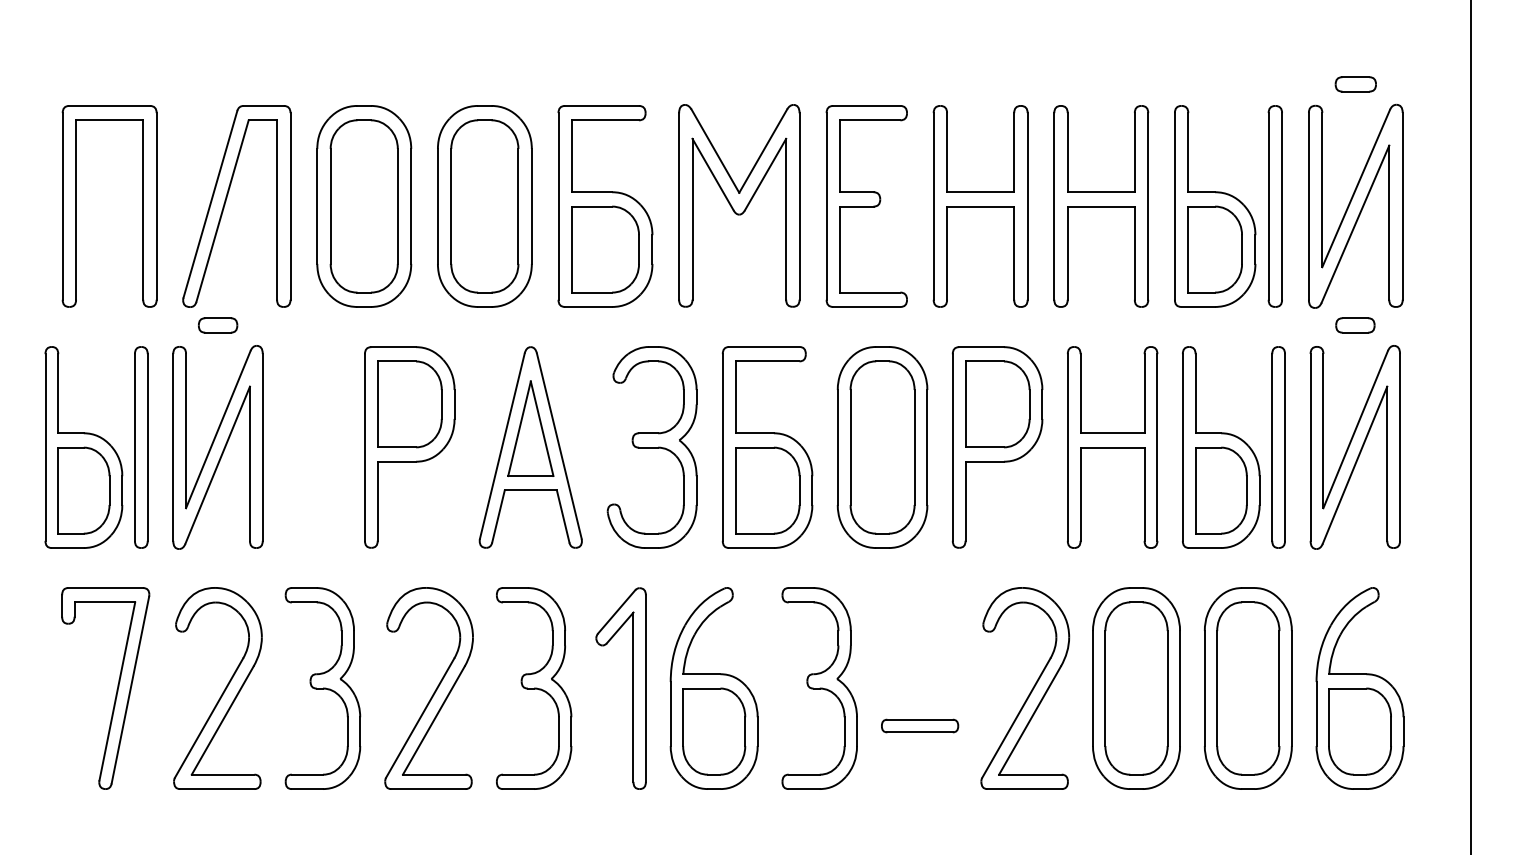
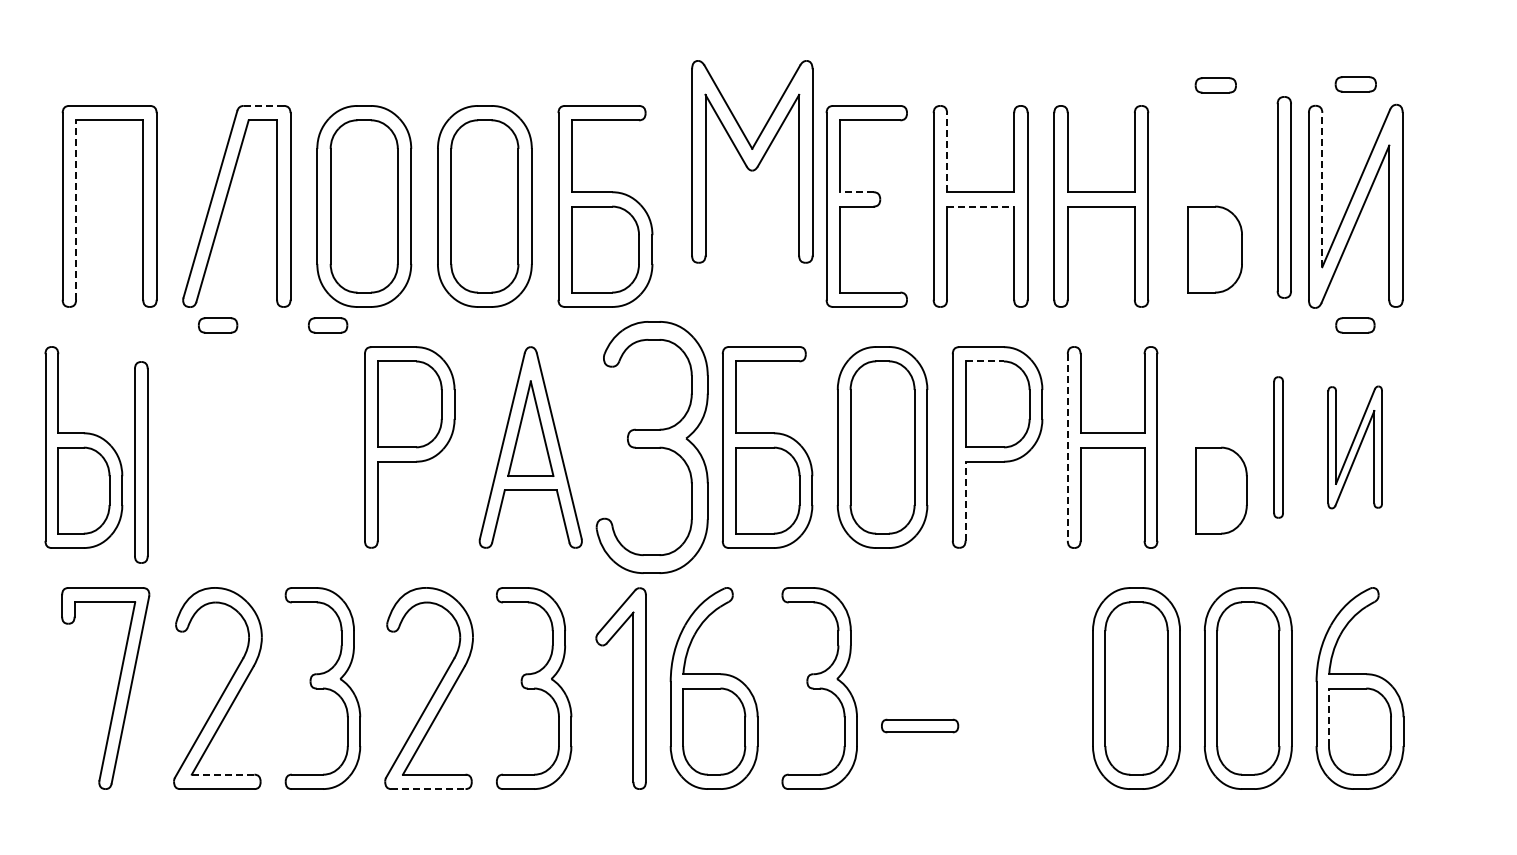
part at (1215, 85): none -> present
line at (263, 105): solid -> dashed
line at (947, 152): solid -> dashed
line at (1322, 189): solid -> dashed
line at (856, 192): solid -> dashed
part at (739, 205) position: (739, 205) -> (752, 161)
line at (980, 206): solid -> dashed
part at (1215, 206): present -> none
part at (1274, 206) position: (1274, 206) -> (1283, 197)
line at (76, 210): solid -> dashed
part at (328, 325): none -> present
line at (985, 361): solid -> dashed
line at (1471, 426): present -> none
part at (141, 447) position: (141, 447) -> (141, 462)
part at (217, 447): present -> none
part at (651, 447) size: 92x203 px -> 114x253 px
part at (1221, 447): present -> none
part at (1278, 447) size: 15x203 px -> 11x143 px
part at (1354, 447) size: 92x205 px -> 56x125 px
line at (1067, 448): solid -> dashed
line at (965, 500): solid -> dashed
part at (1025, 688): present -> none
line at (1328, 717): solid -> dashed
line at (222, 774): solid -> dashed
line at (428, 789): solid -> dashed
